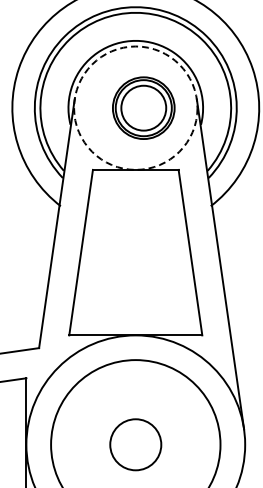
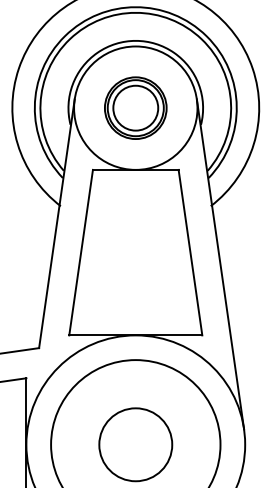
circle at (135, 107): dashed -> solid
part at (143, 107) position: (143, 107) -> (135, 107)
circle at (135, 444) diameter: 51 px -> 73 px
